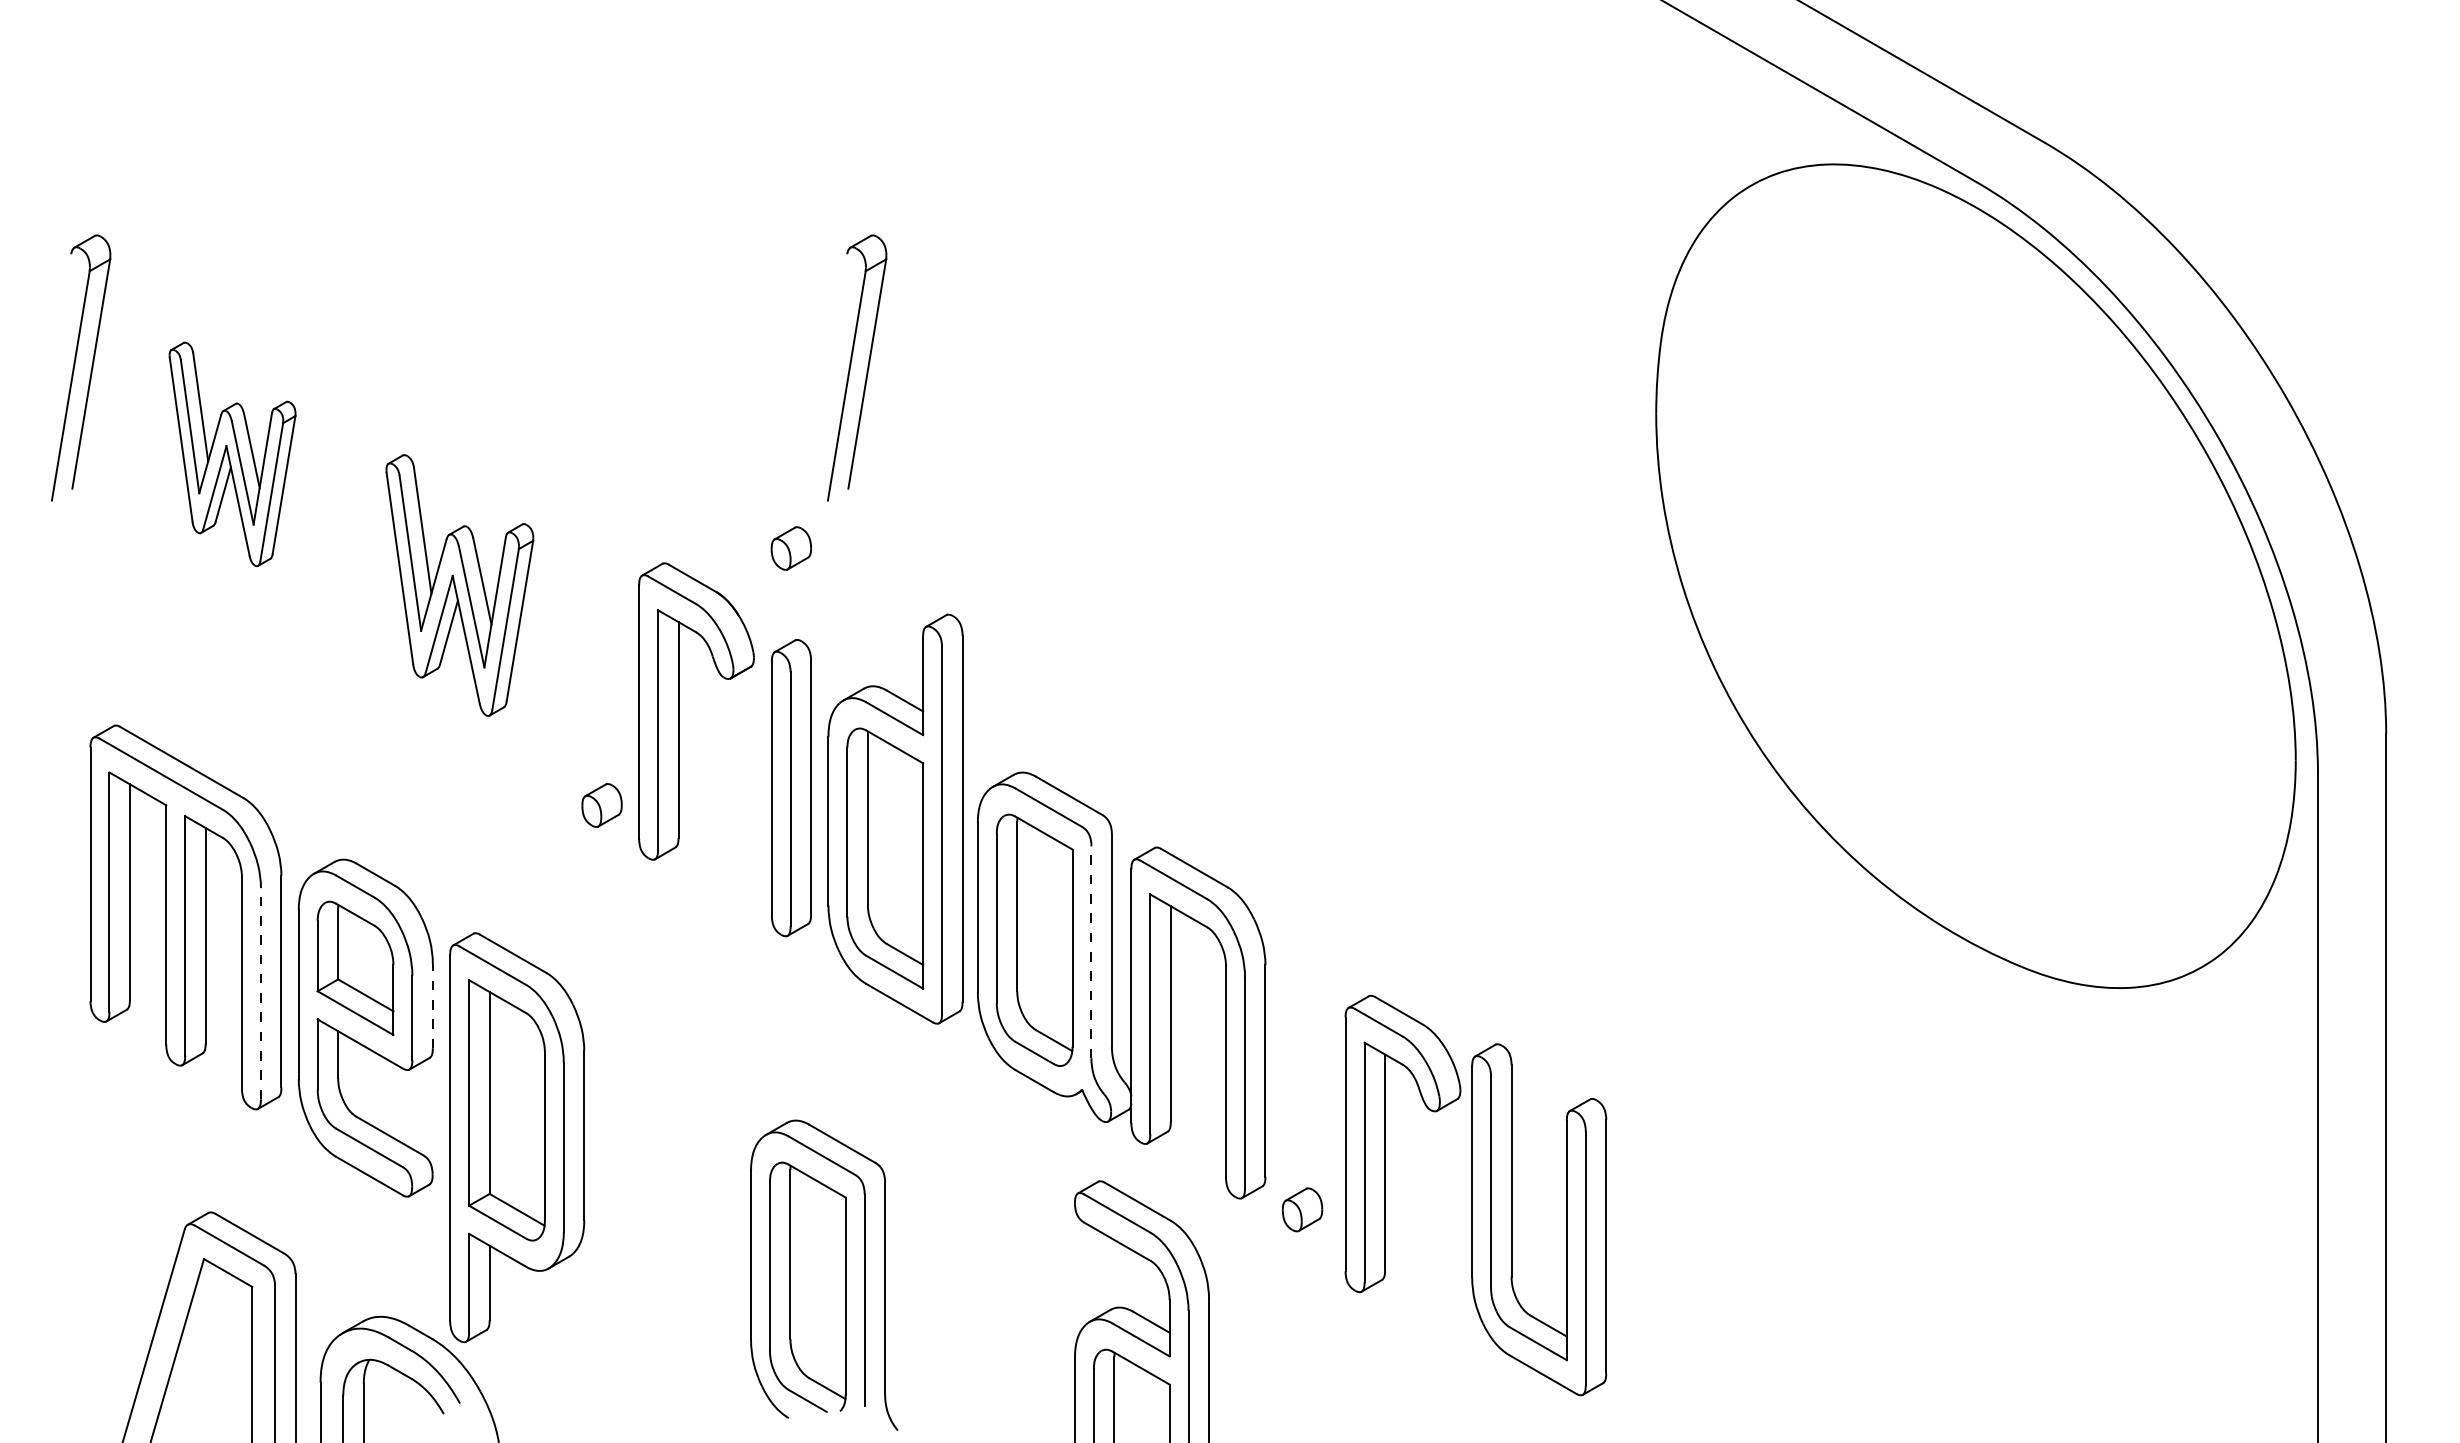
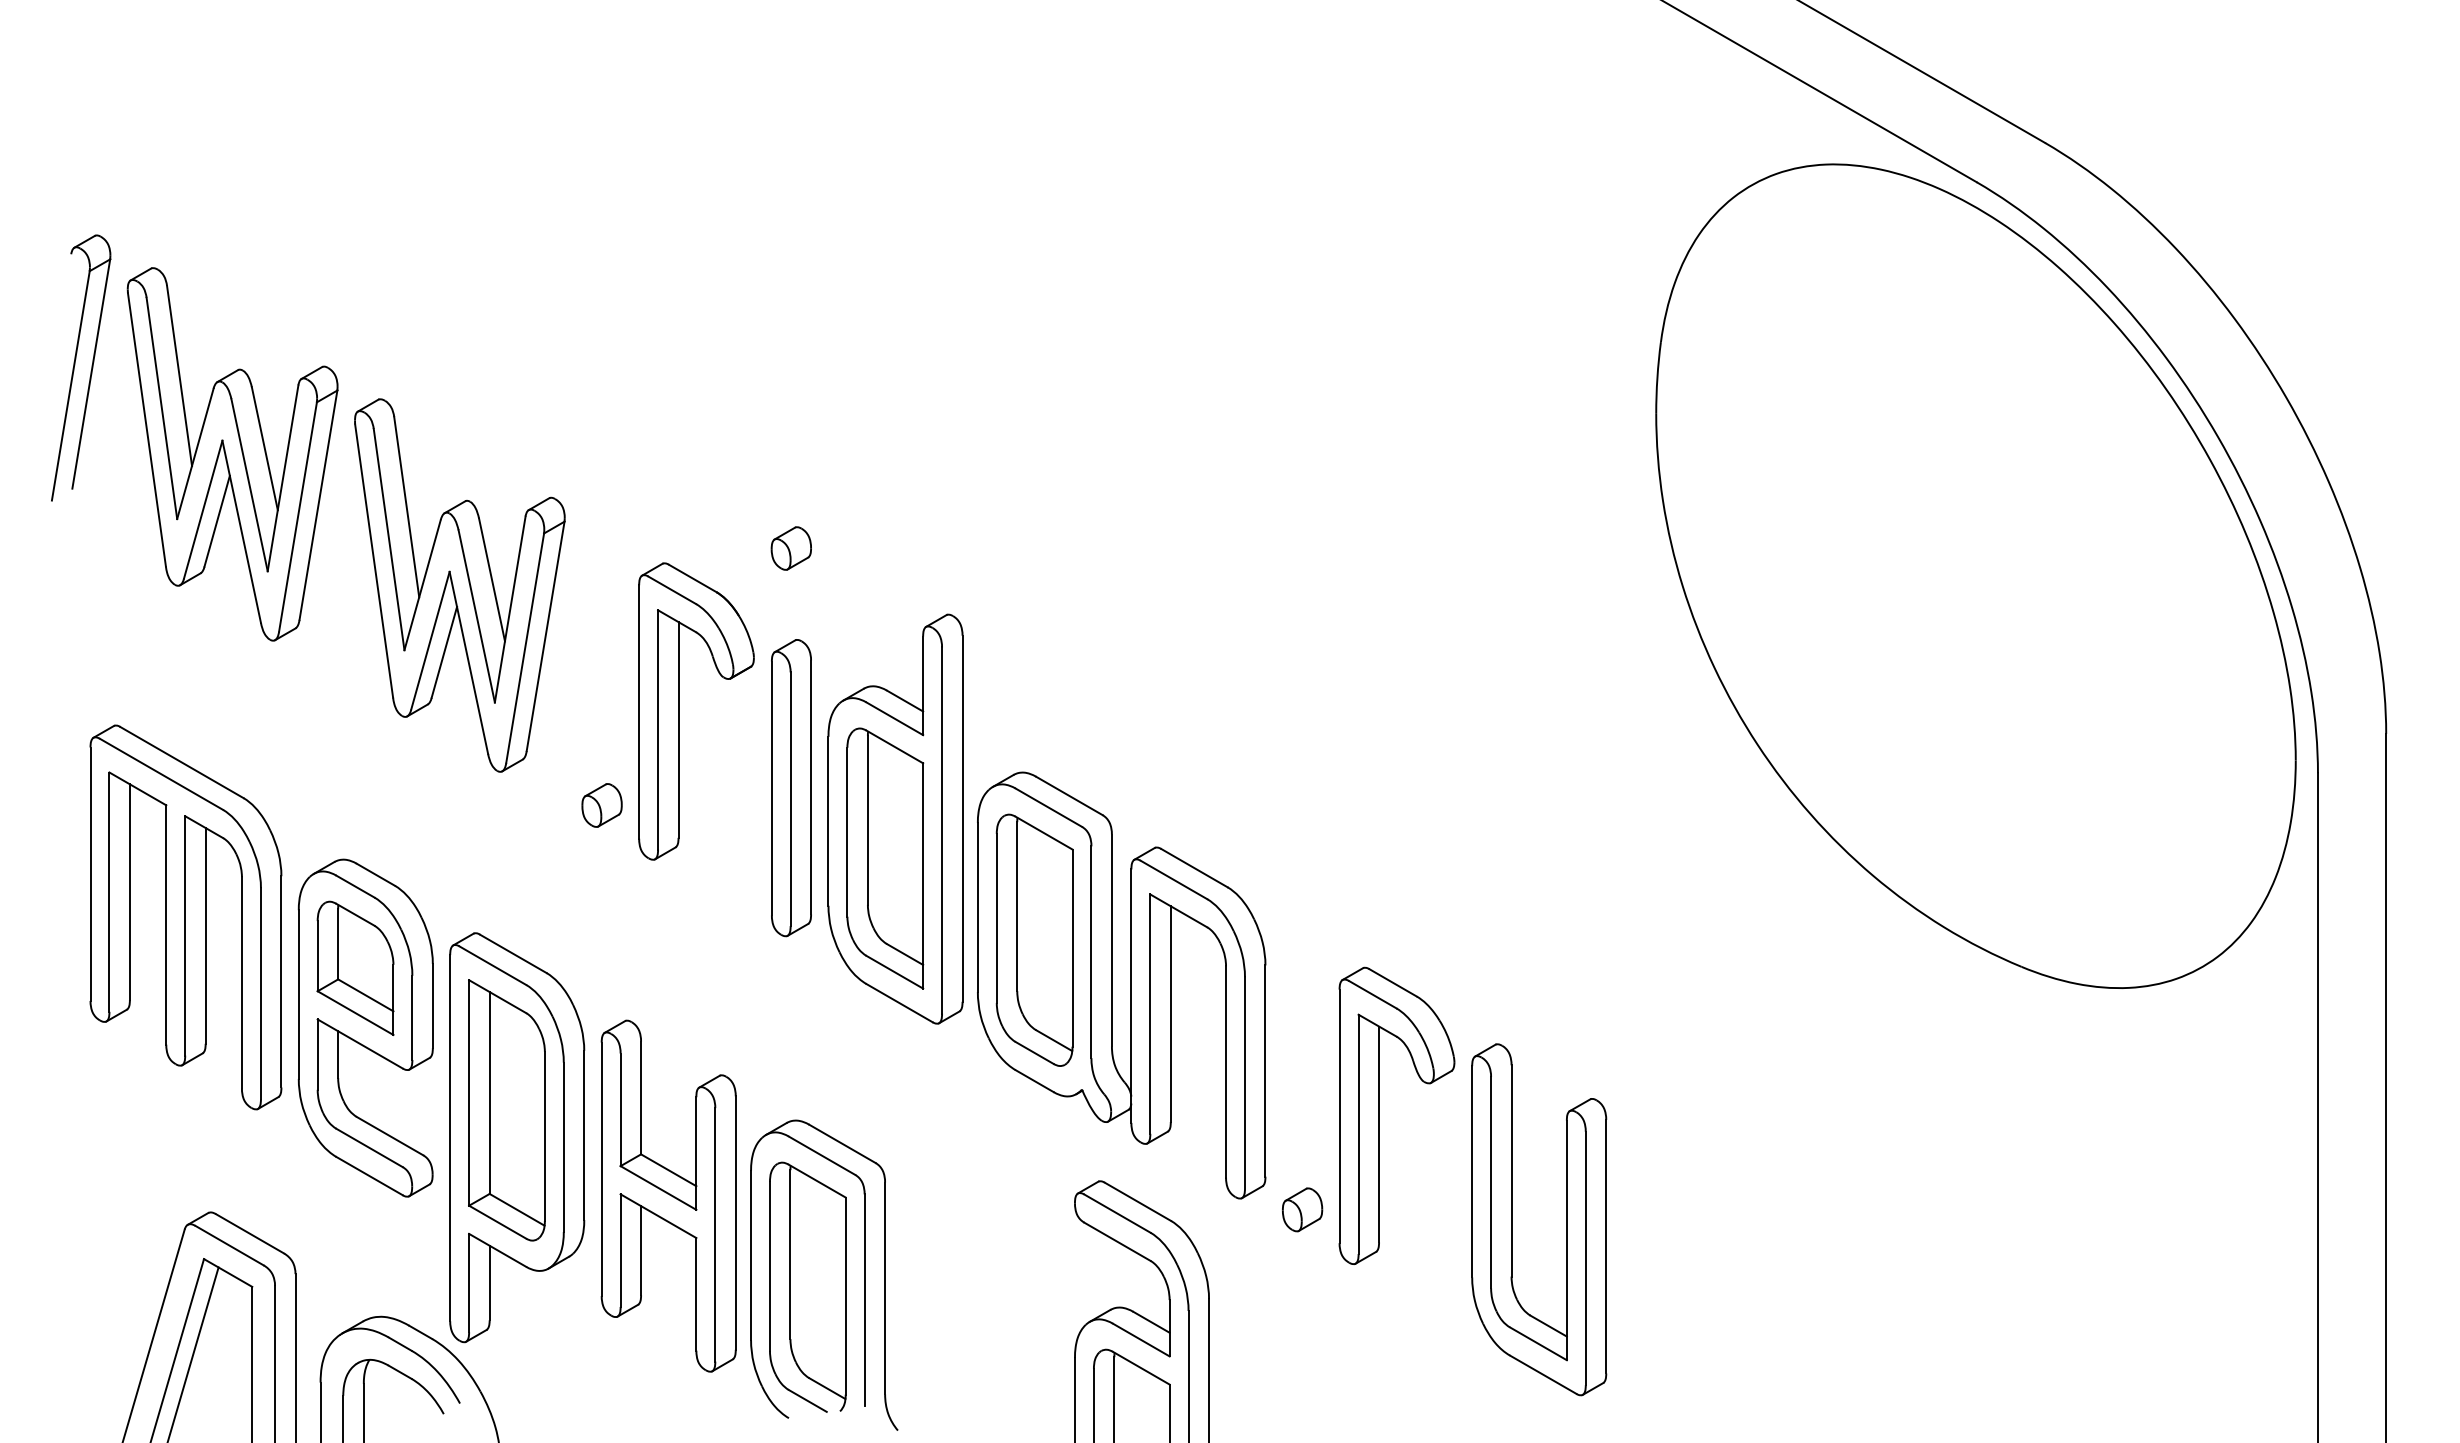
part at (851, 365): present -> none
part at (232, 454) size: 129x227 px -> 213x375 px
part at (459, 585) size: 150x263 px -> 212x375 px
line at (1091, 952): dashed -> solid
line at (260, 993): dashed -> solid
line at (432, 1005): dashed -> solid
part at (1385, 1143) position: (1385, 1143) -> (1379, 1115)
part at (668, 1195): none -> present
line at (193, 1353): none -> present
